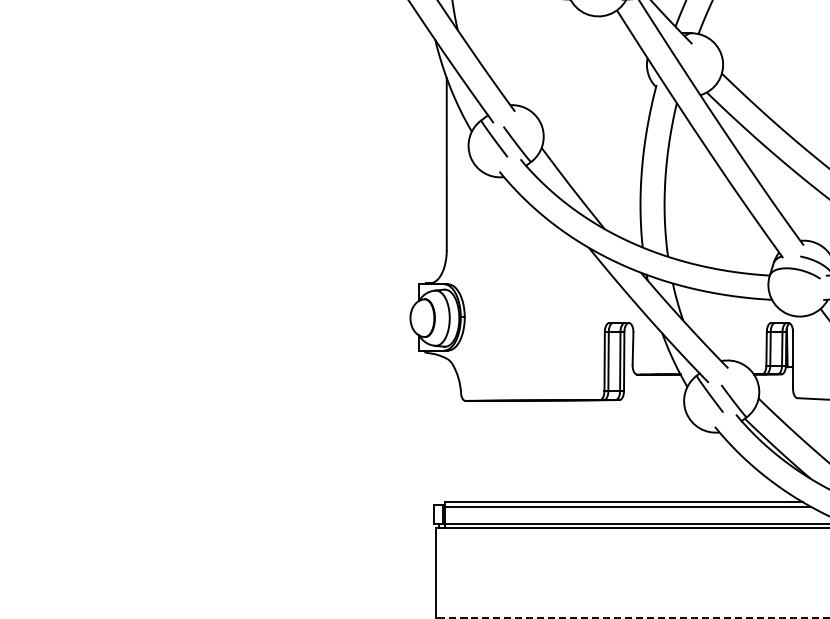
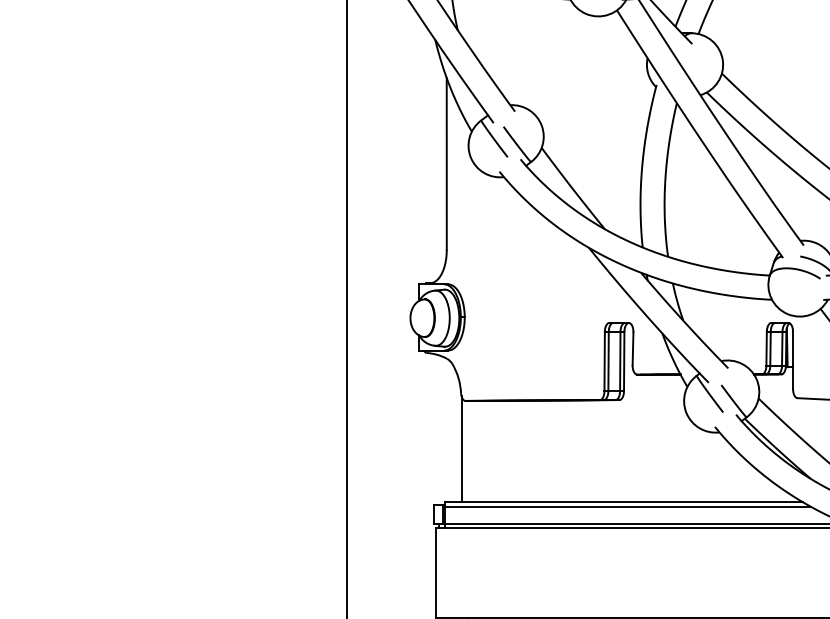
line at (347, 308): none -> present
line at (461, 449): none -> present
line at (633, 618): dashed -> solid
